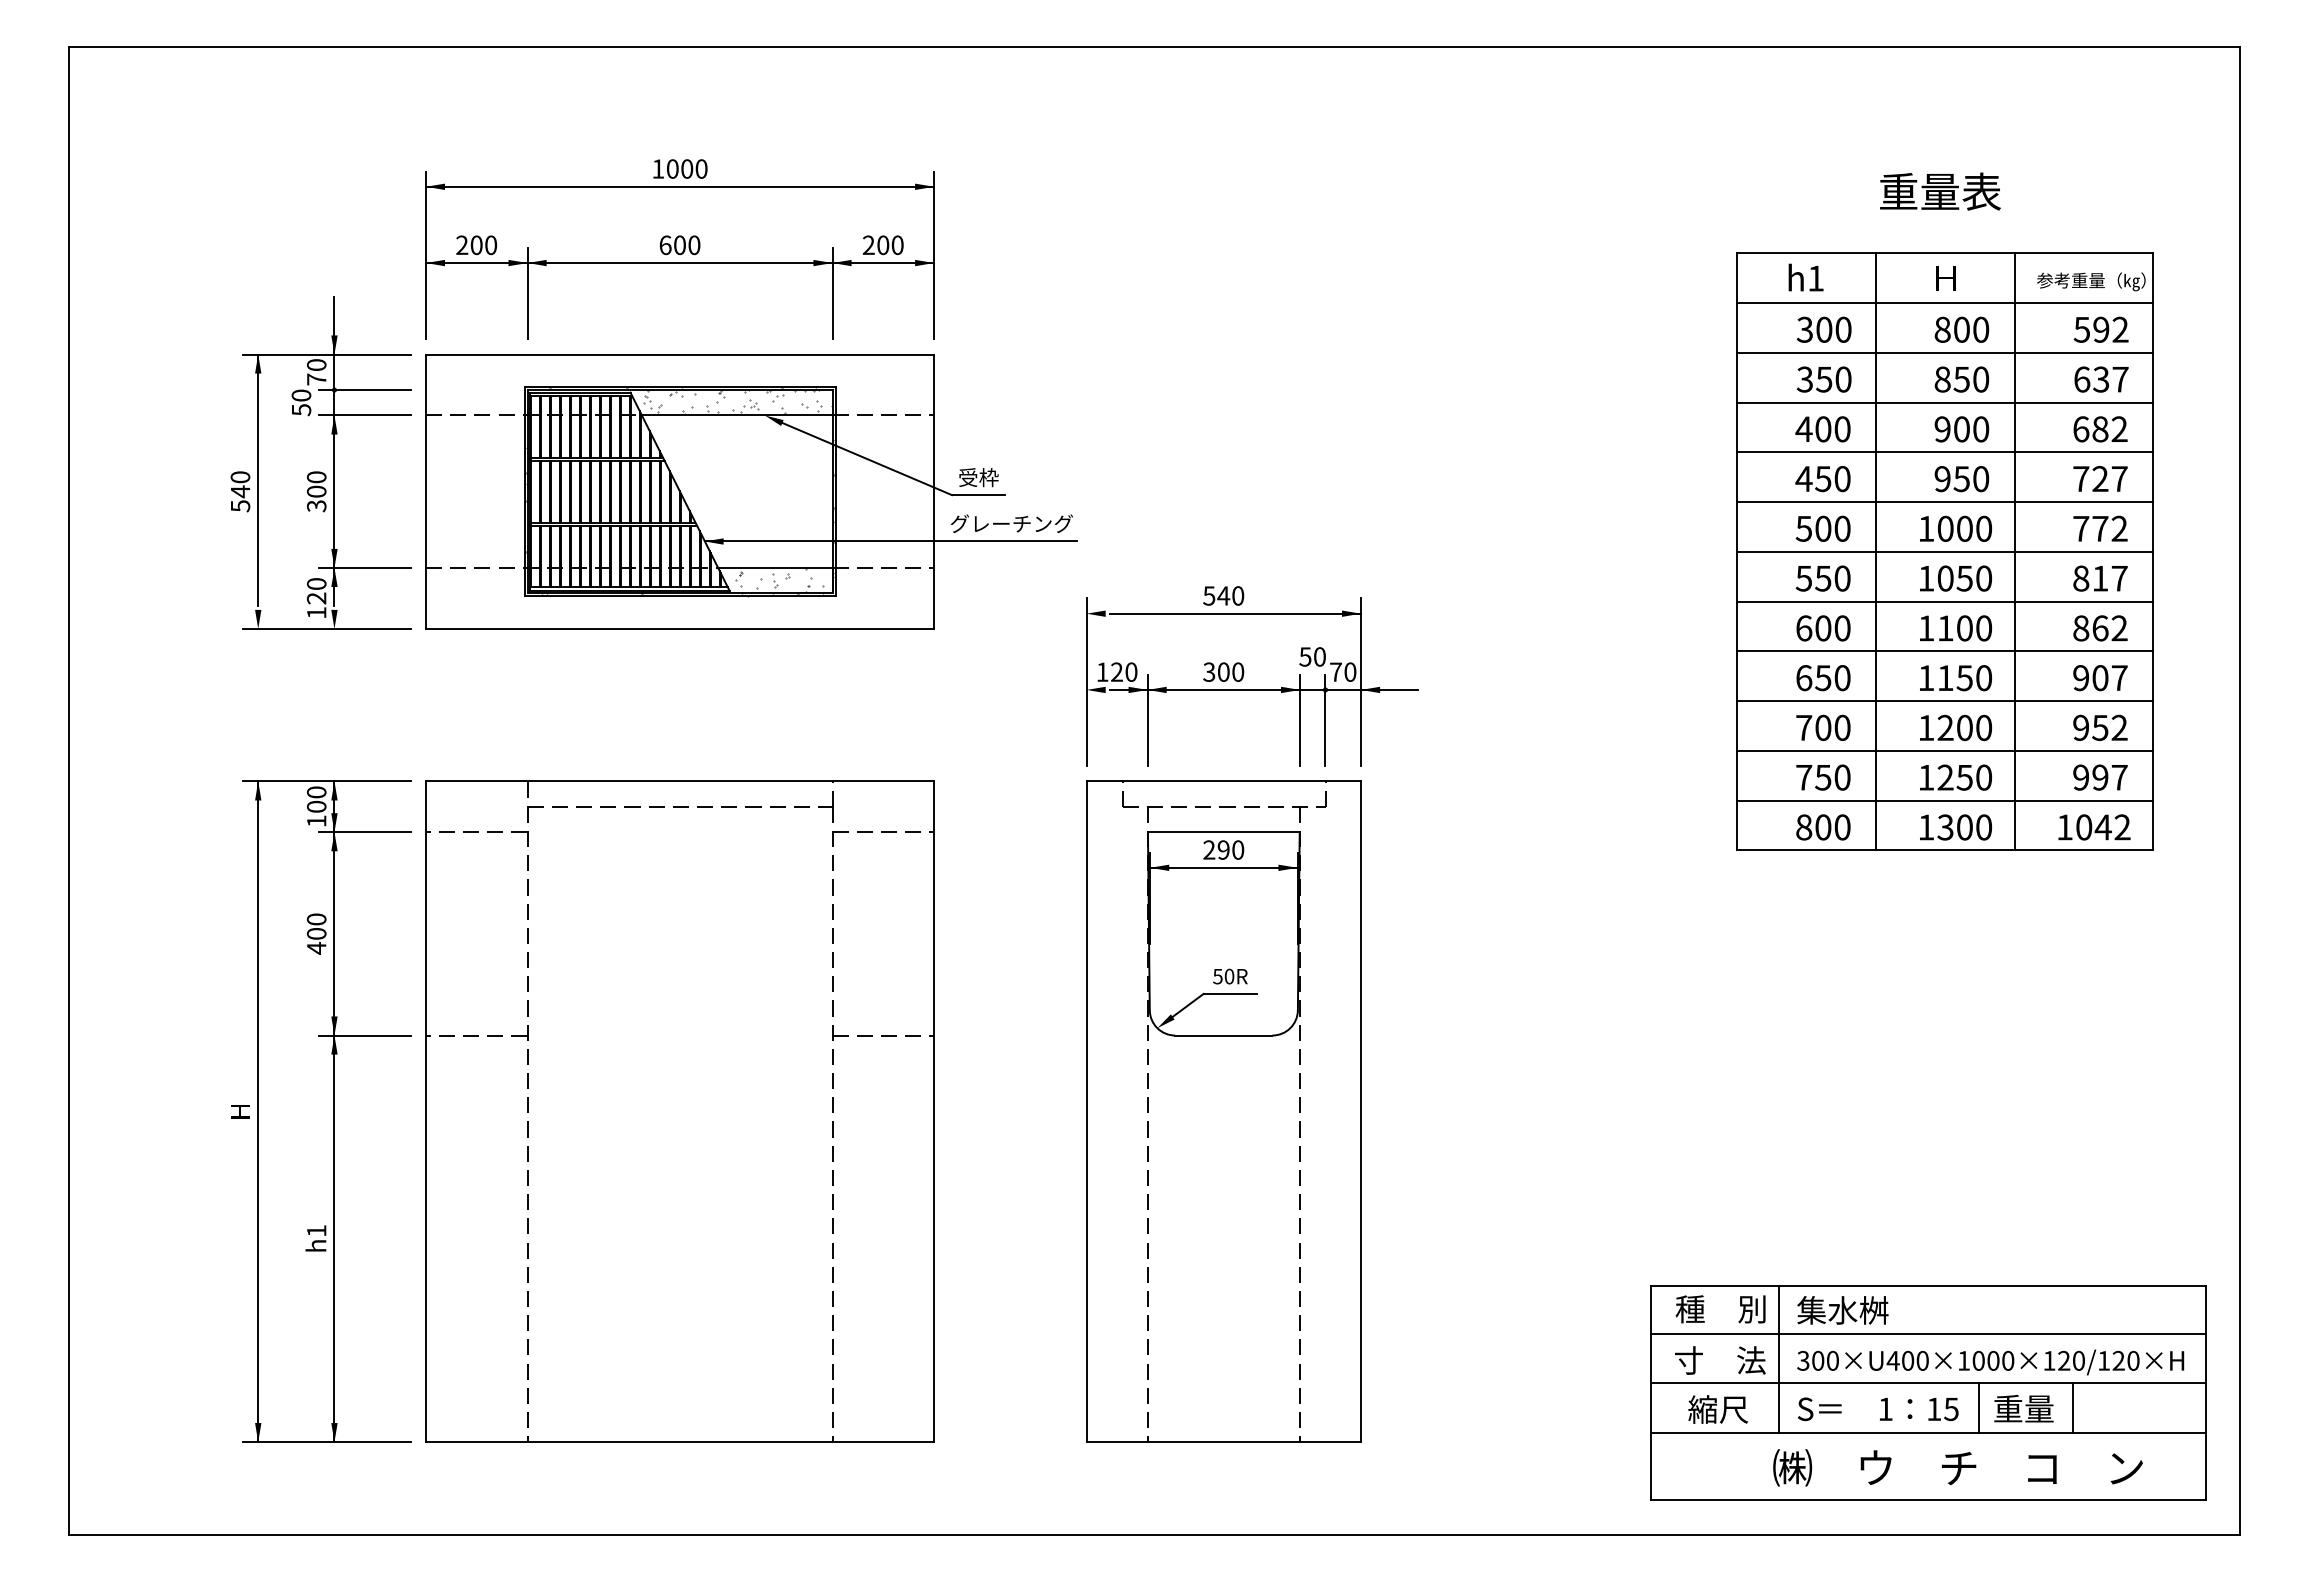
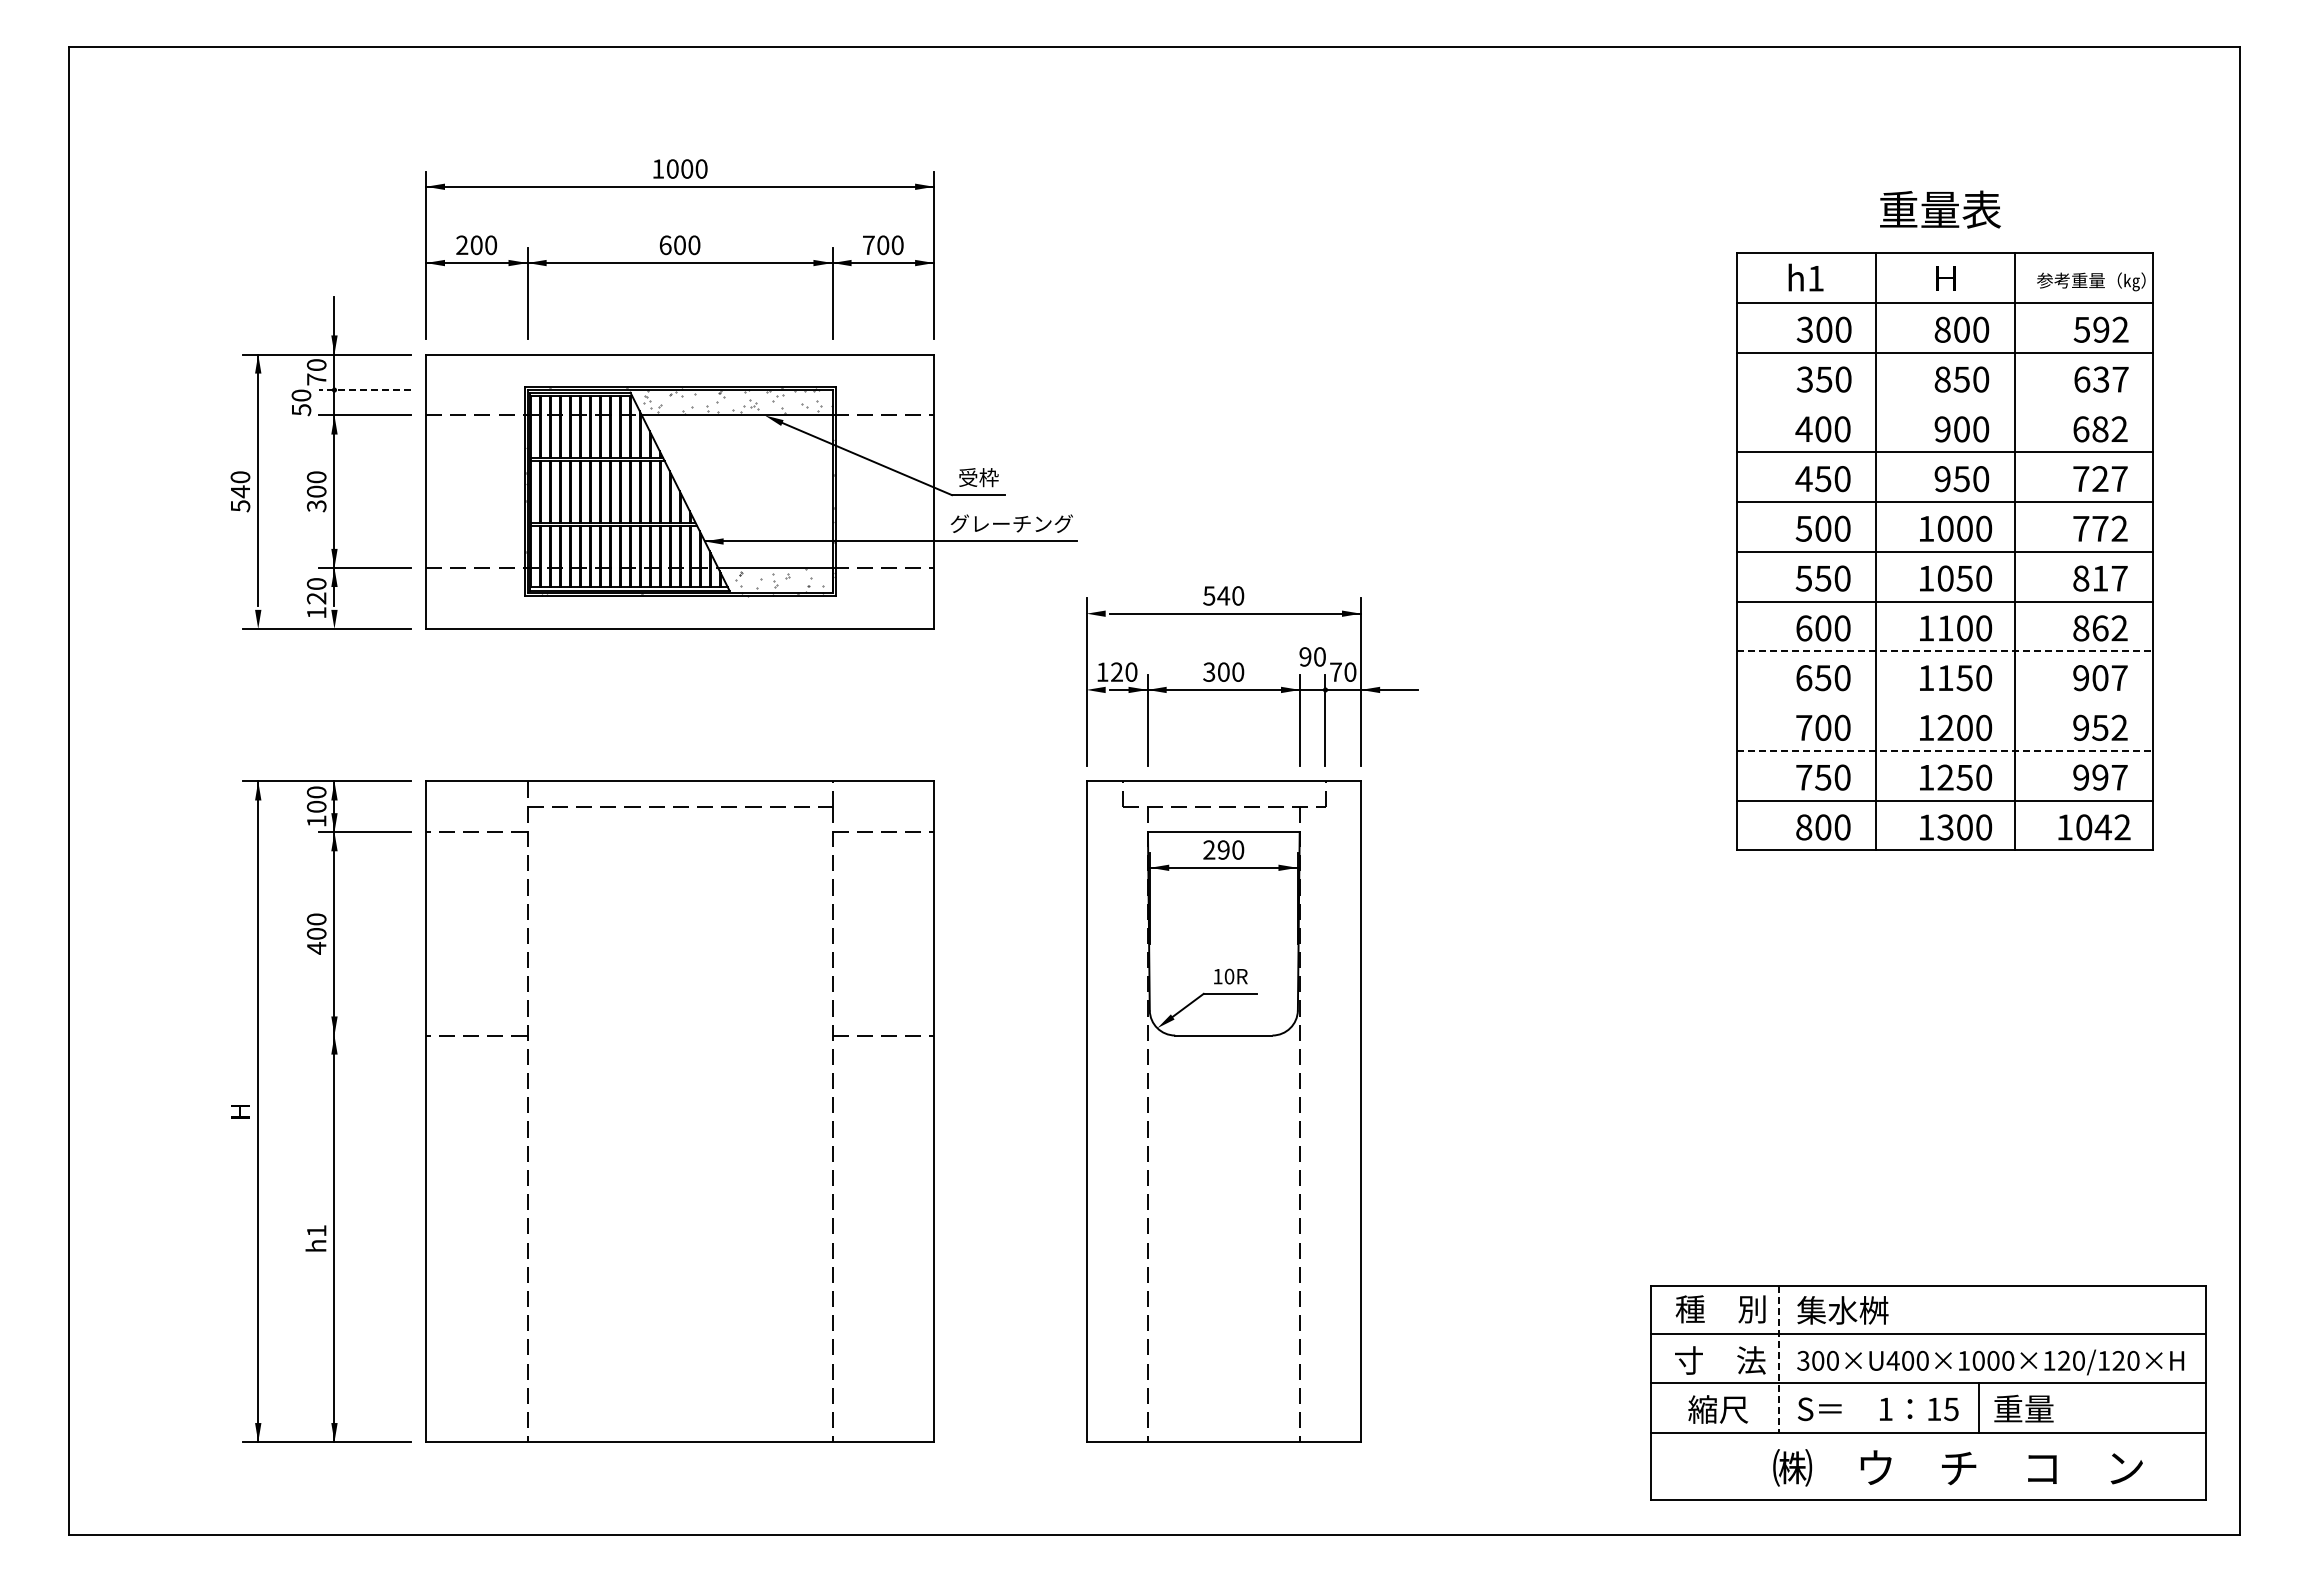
text at (1940, 191) position: (1940, 191) -> (1940, 209)
text at (868, 244): 200 -> 700
line at (364, 390): solid -> dashed
line at (1945, 402): present -> none
line at (1945, 651): solid -> dashed
text at (1305, 656): 50 -> 90
line at (1945, 701): present -> none
line at (1945, 750): solid -> dashed
text at (1217, 976): 50R -> 10R
line at (364, 1035): present -> none
line at (1778, 1360): solid -> dashed
line at (2072, 1408): present -> none
